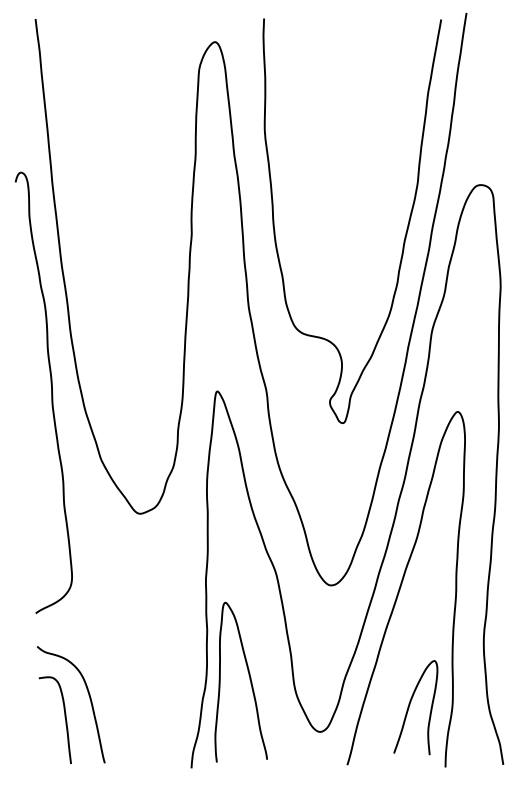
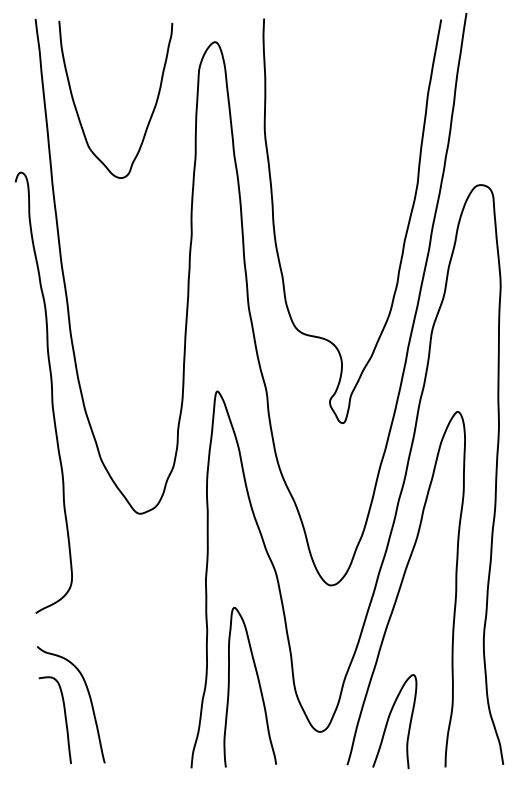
curve at (150, 115): none -> present
curve at (249, 679) position: (249, 679) -> (258, 684)
curve at (410, 705) position: (410, 705) -> (389, 719)
